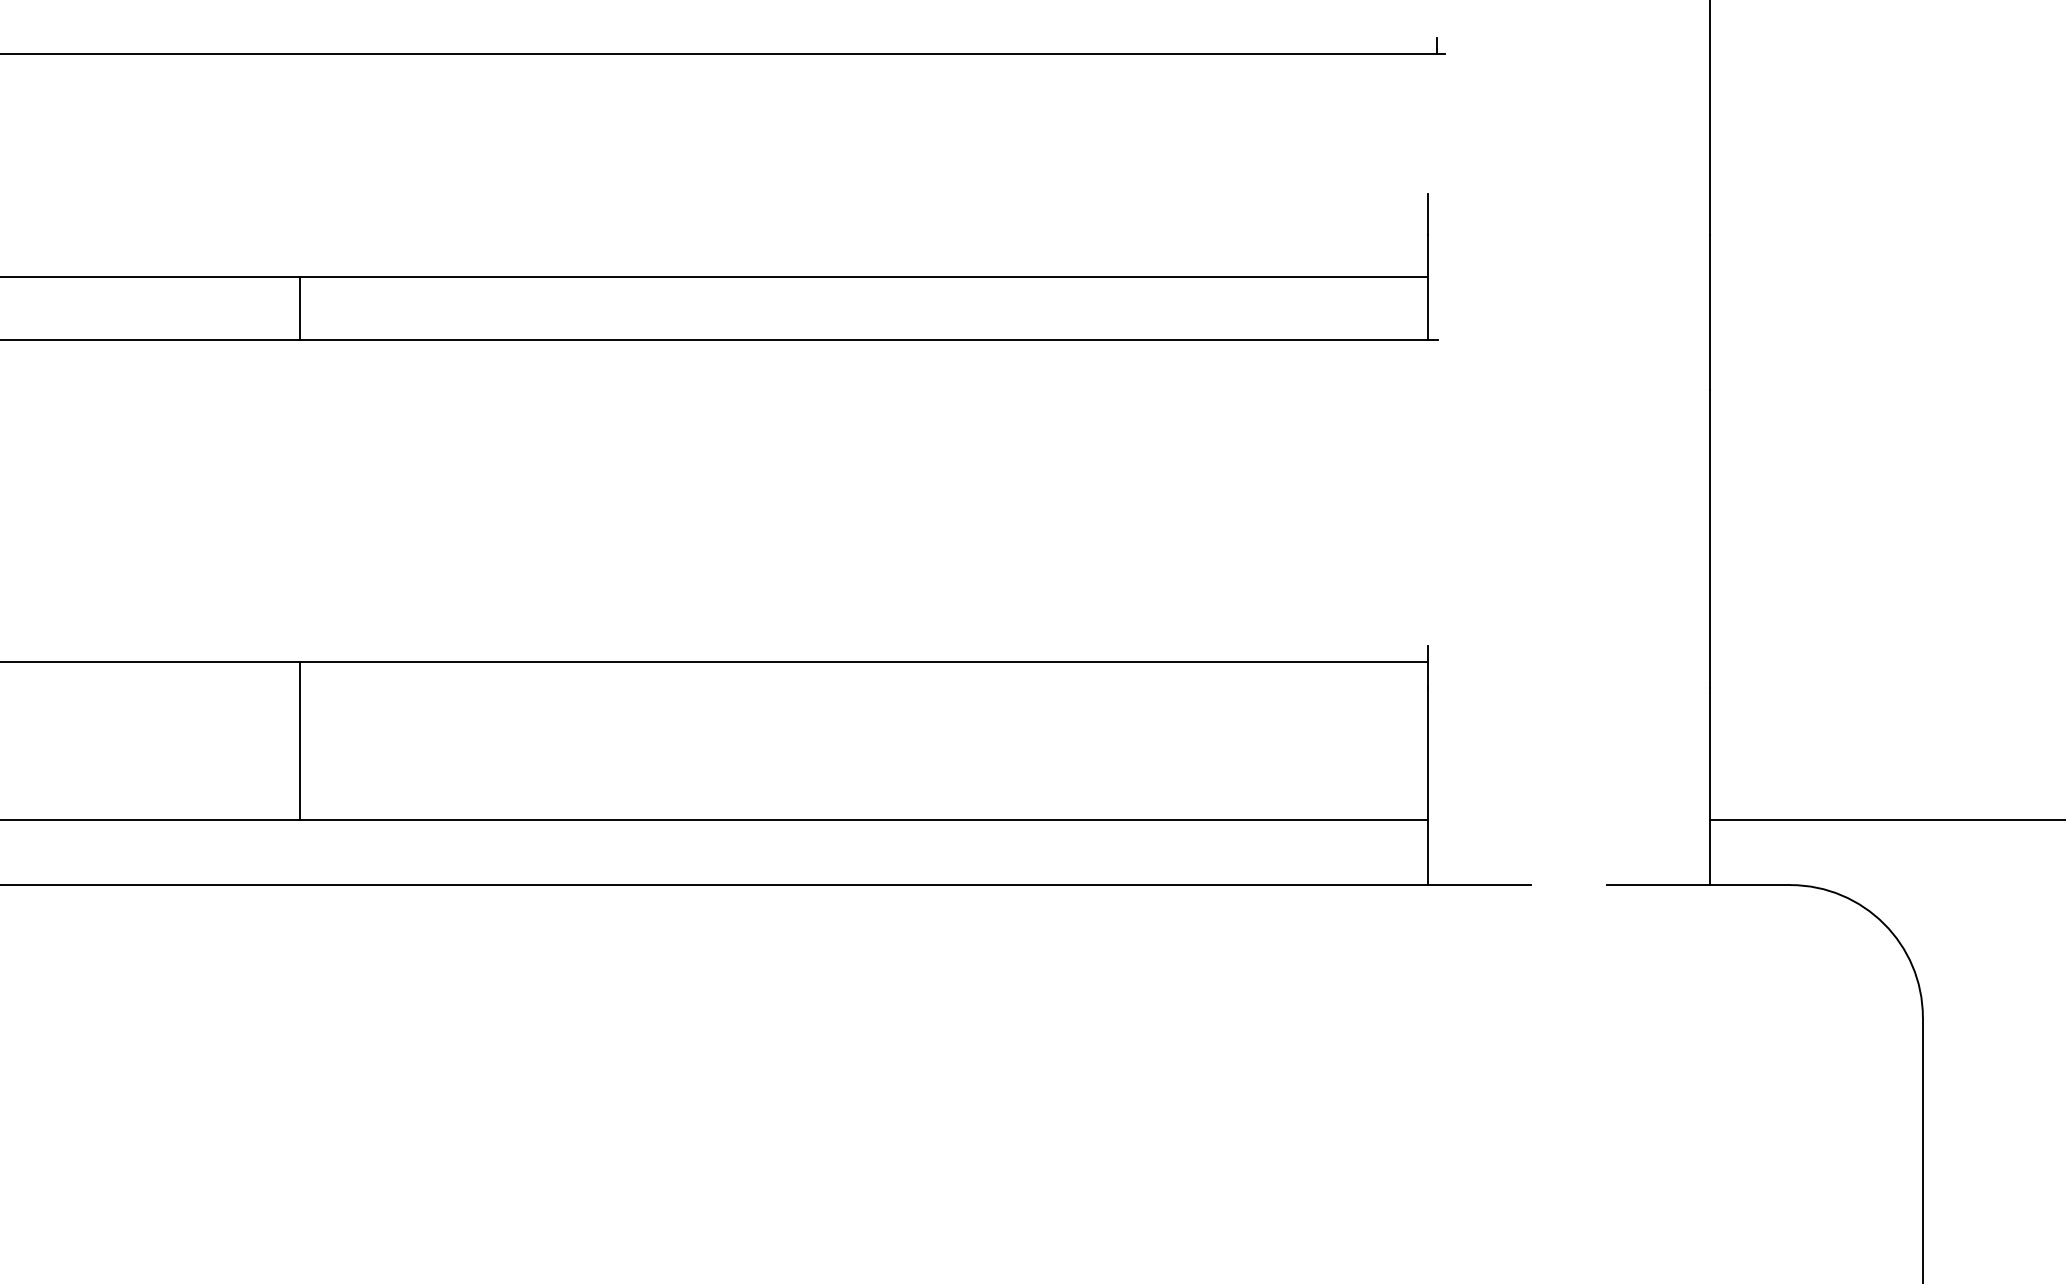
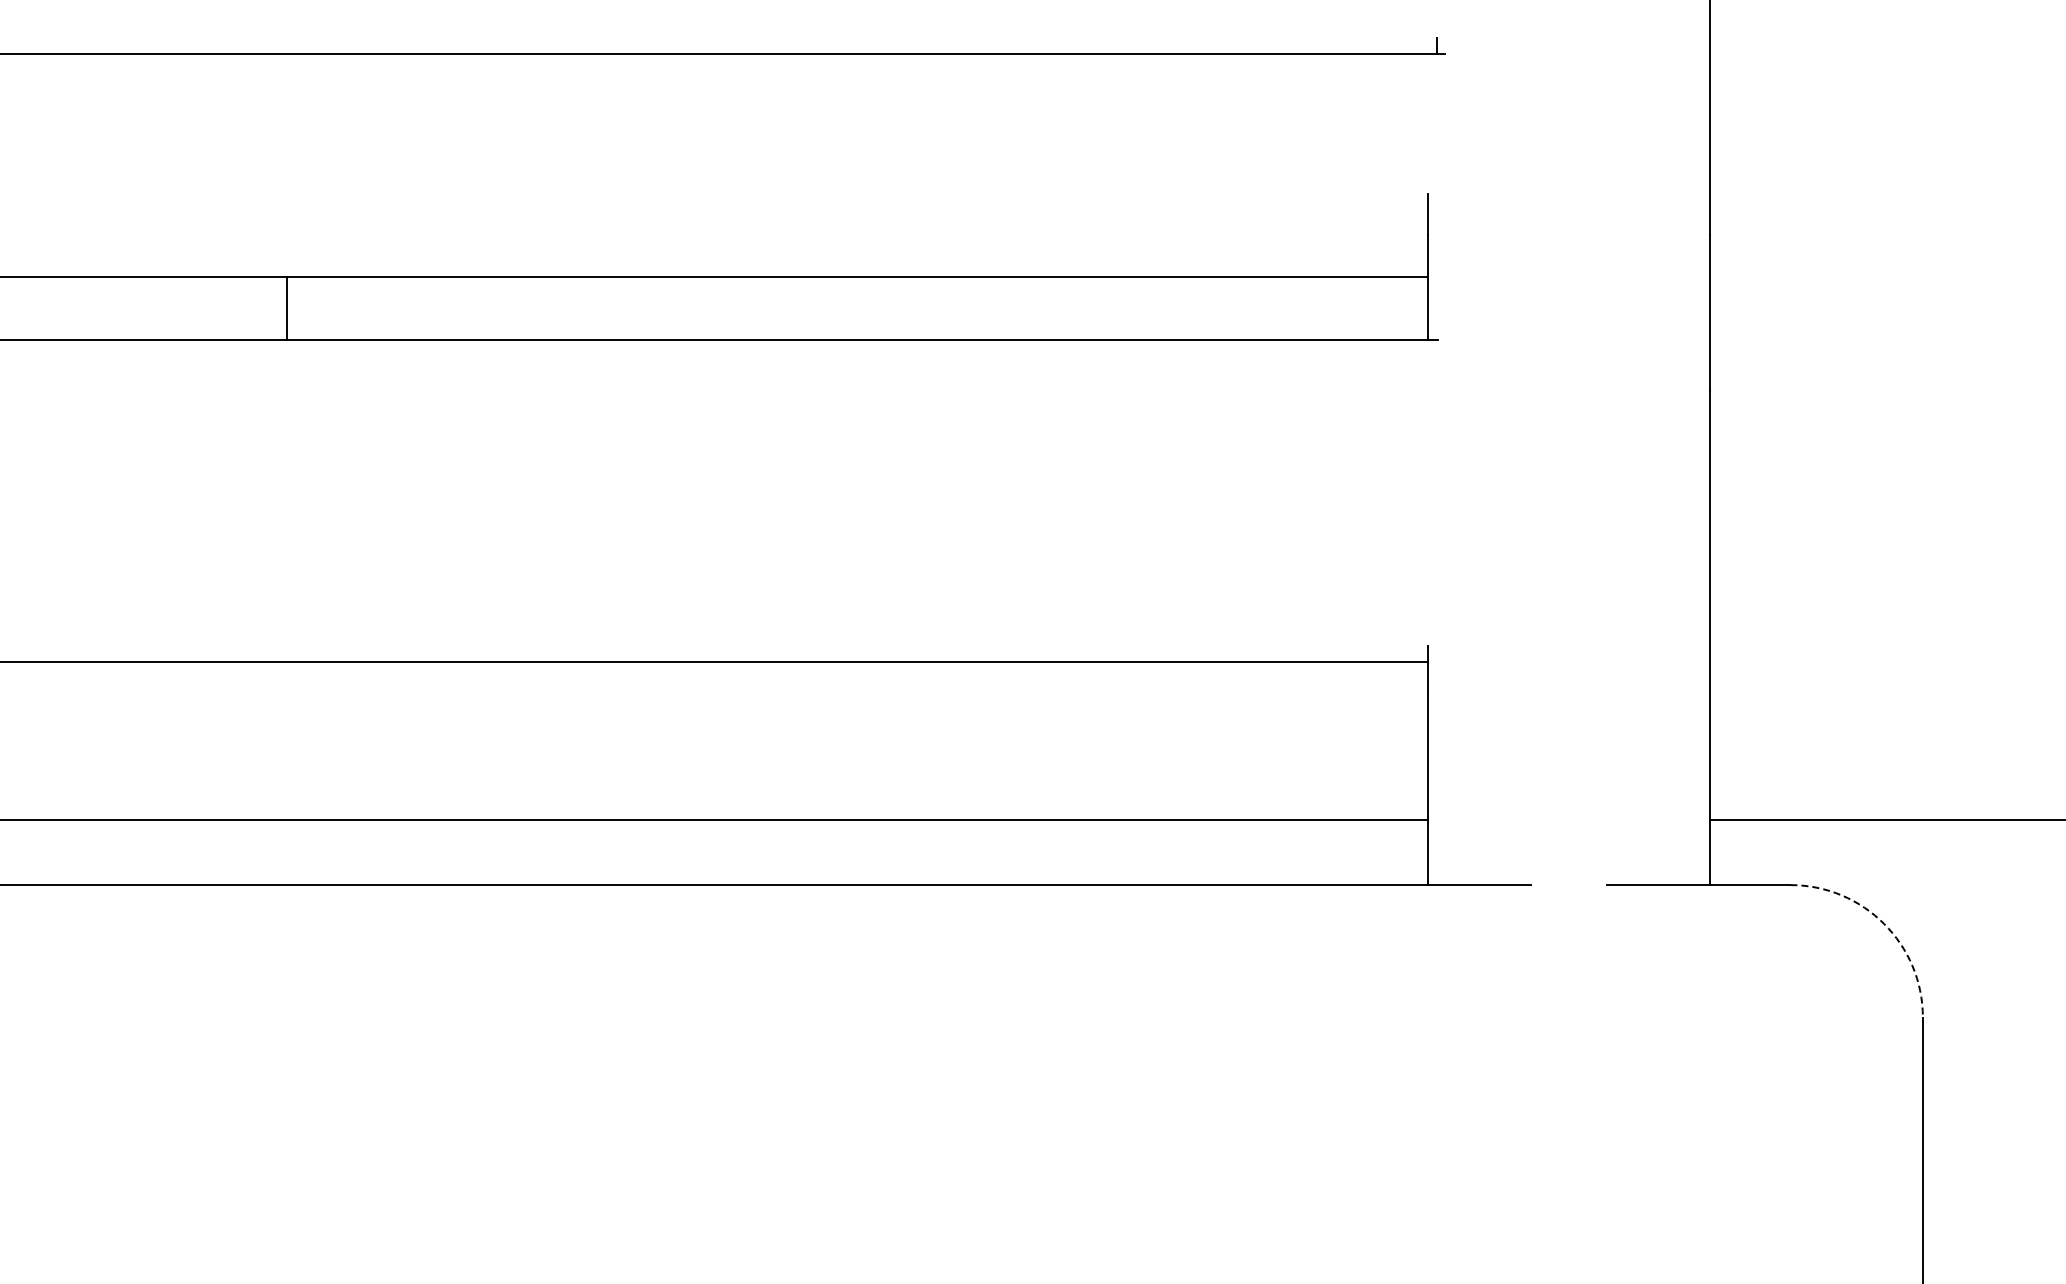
line at (300, 307) position: (300, 307) -> (287, 307)
line at (300, 740): present -> none
arc at (1884, 923): solid -> dashed
